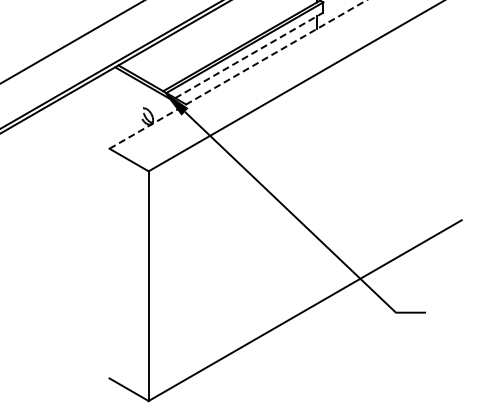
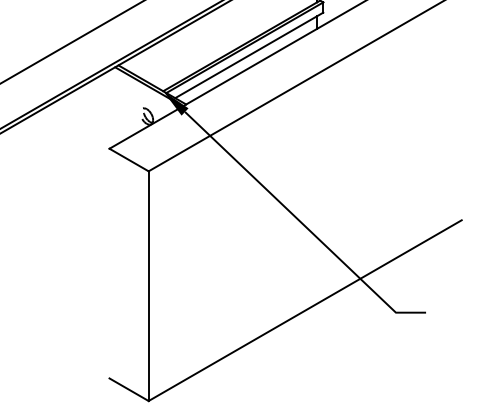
line at (249, 55): dashed -> solid
line at (238, 74): dashed -> solid
